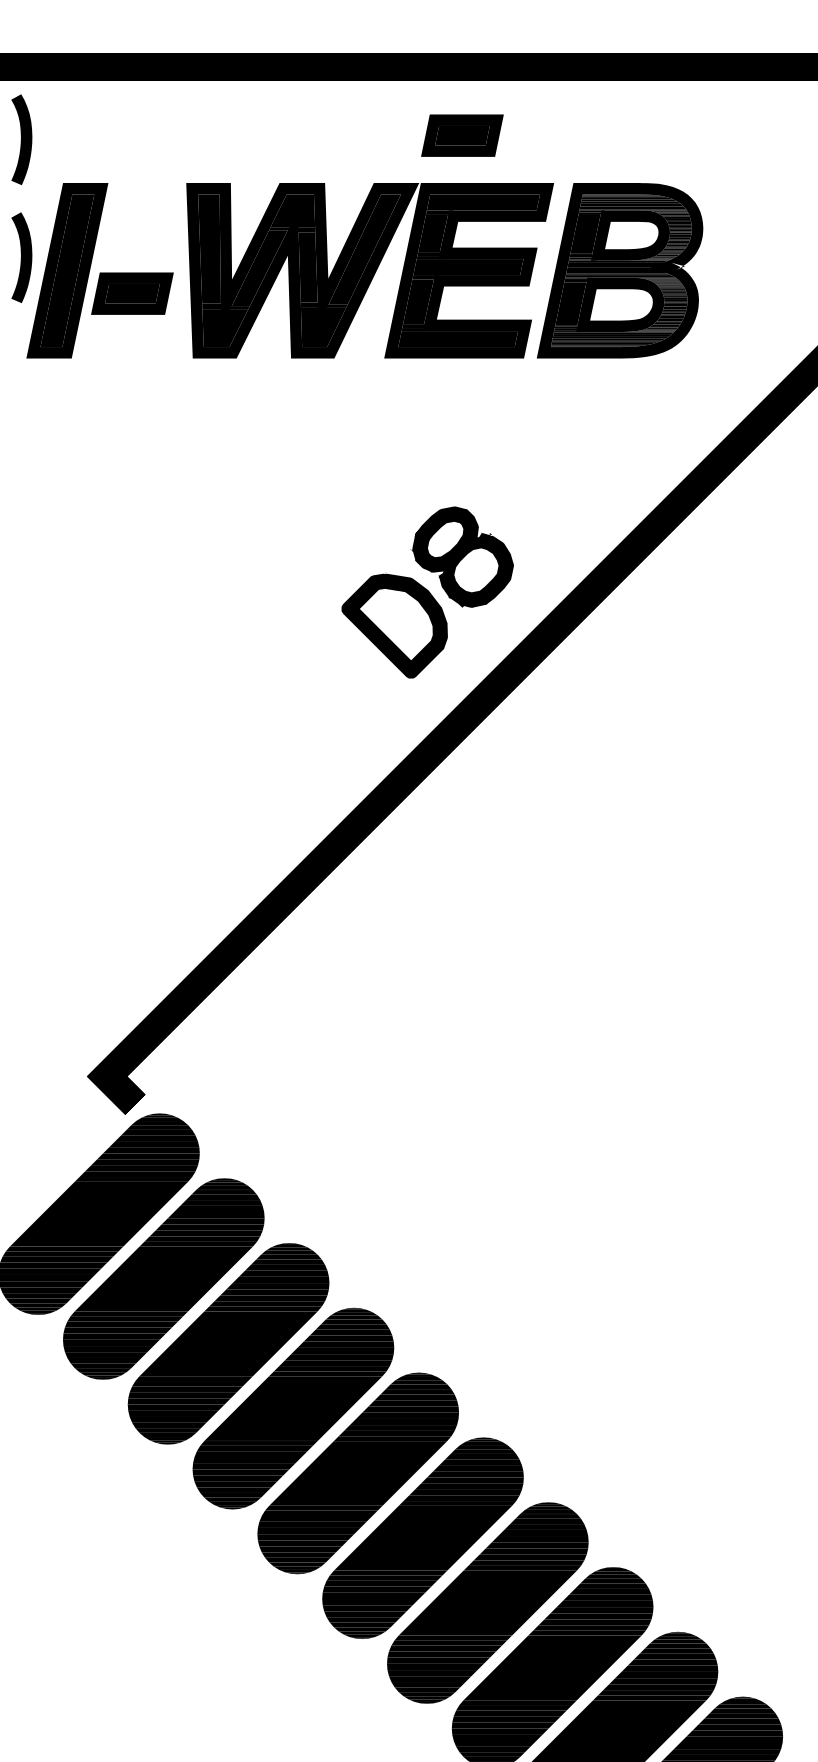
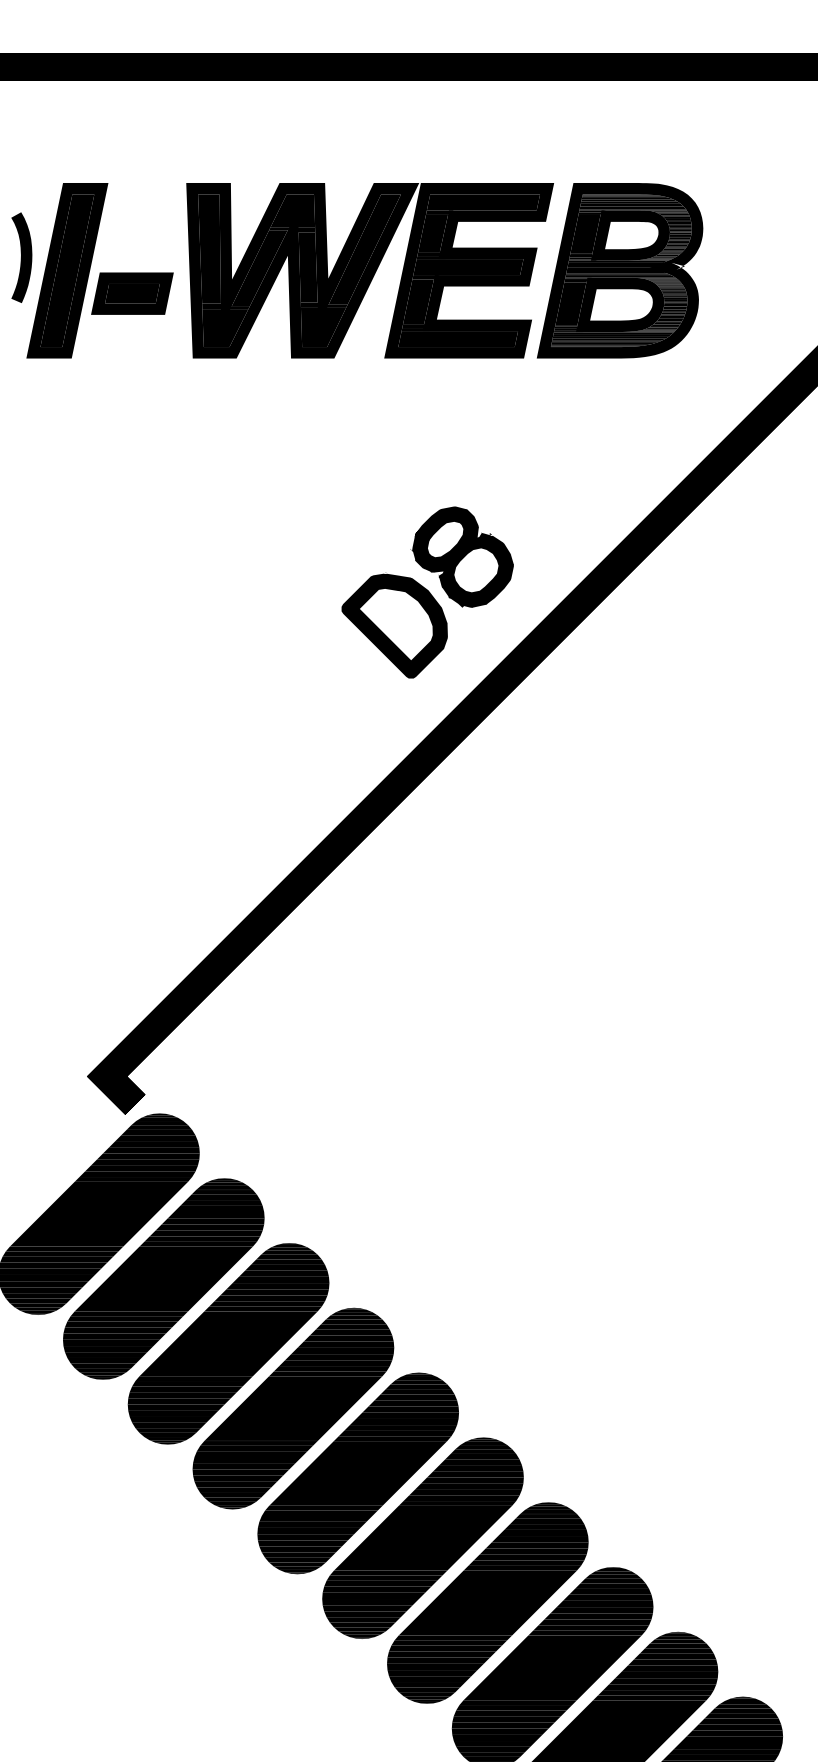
part at (462, 135): present -> none
curve at (21, 139): present -> none
